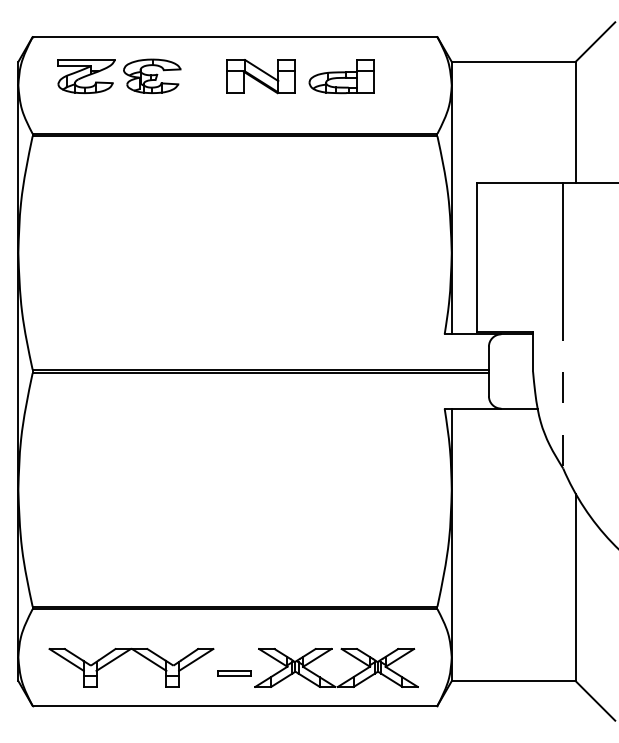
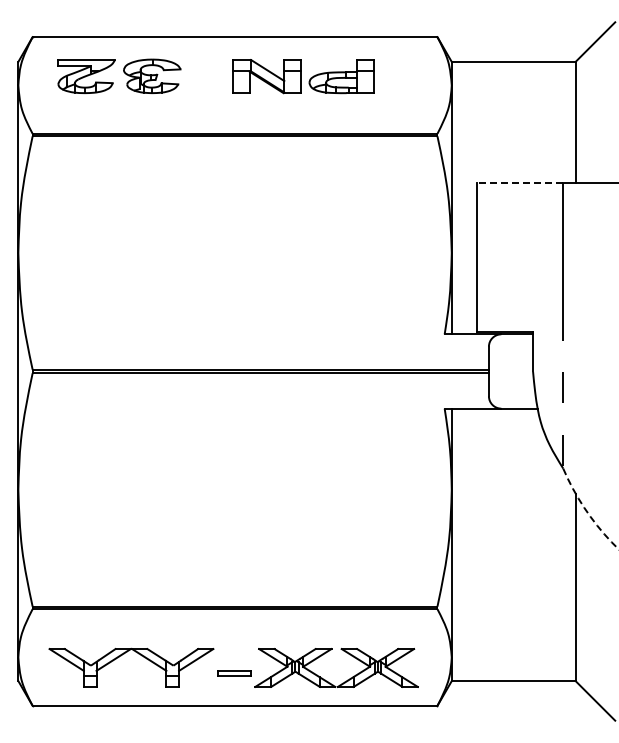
part at (260, 76) position: (260, 76) -> (266, 76)
line at (519, 183): solid -> dashed
arc at (587, 512): solid -> dashed
